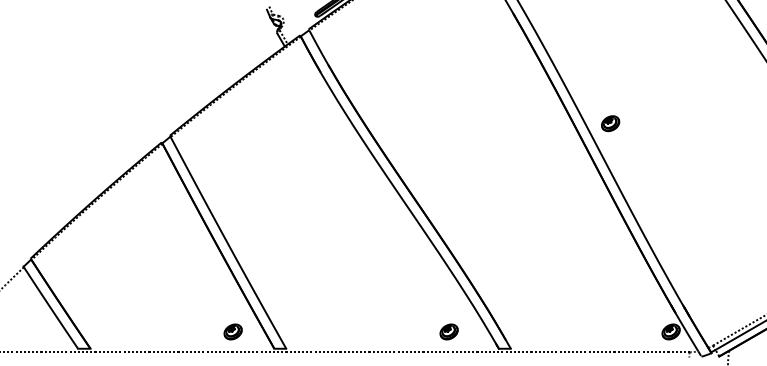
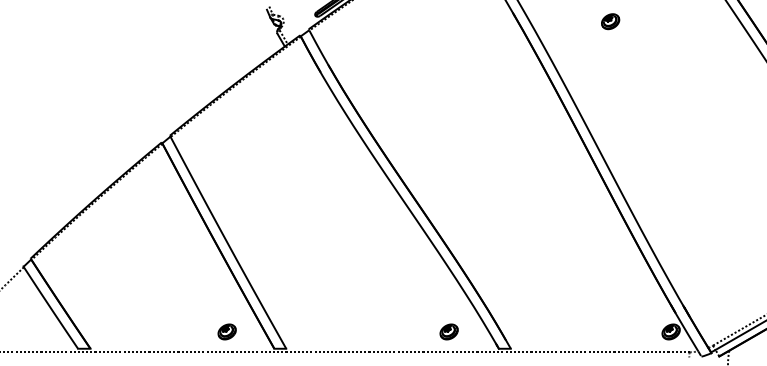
part at (610, 123) position: (610, 123) -> (610, 21)
part at (232, 331) position: (232, 331) -> (226, 331)
